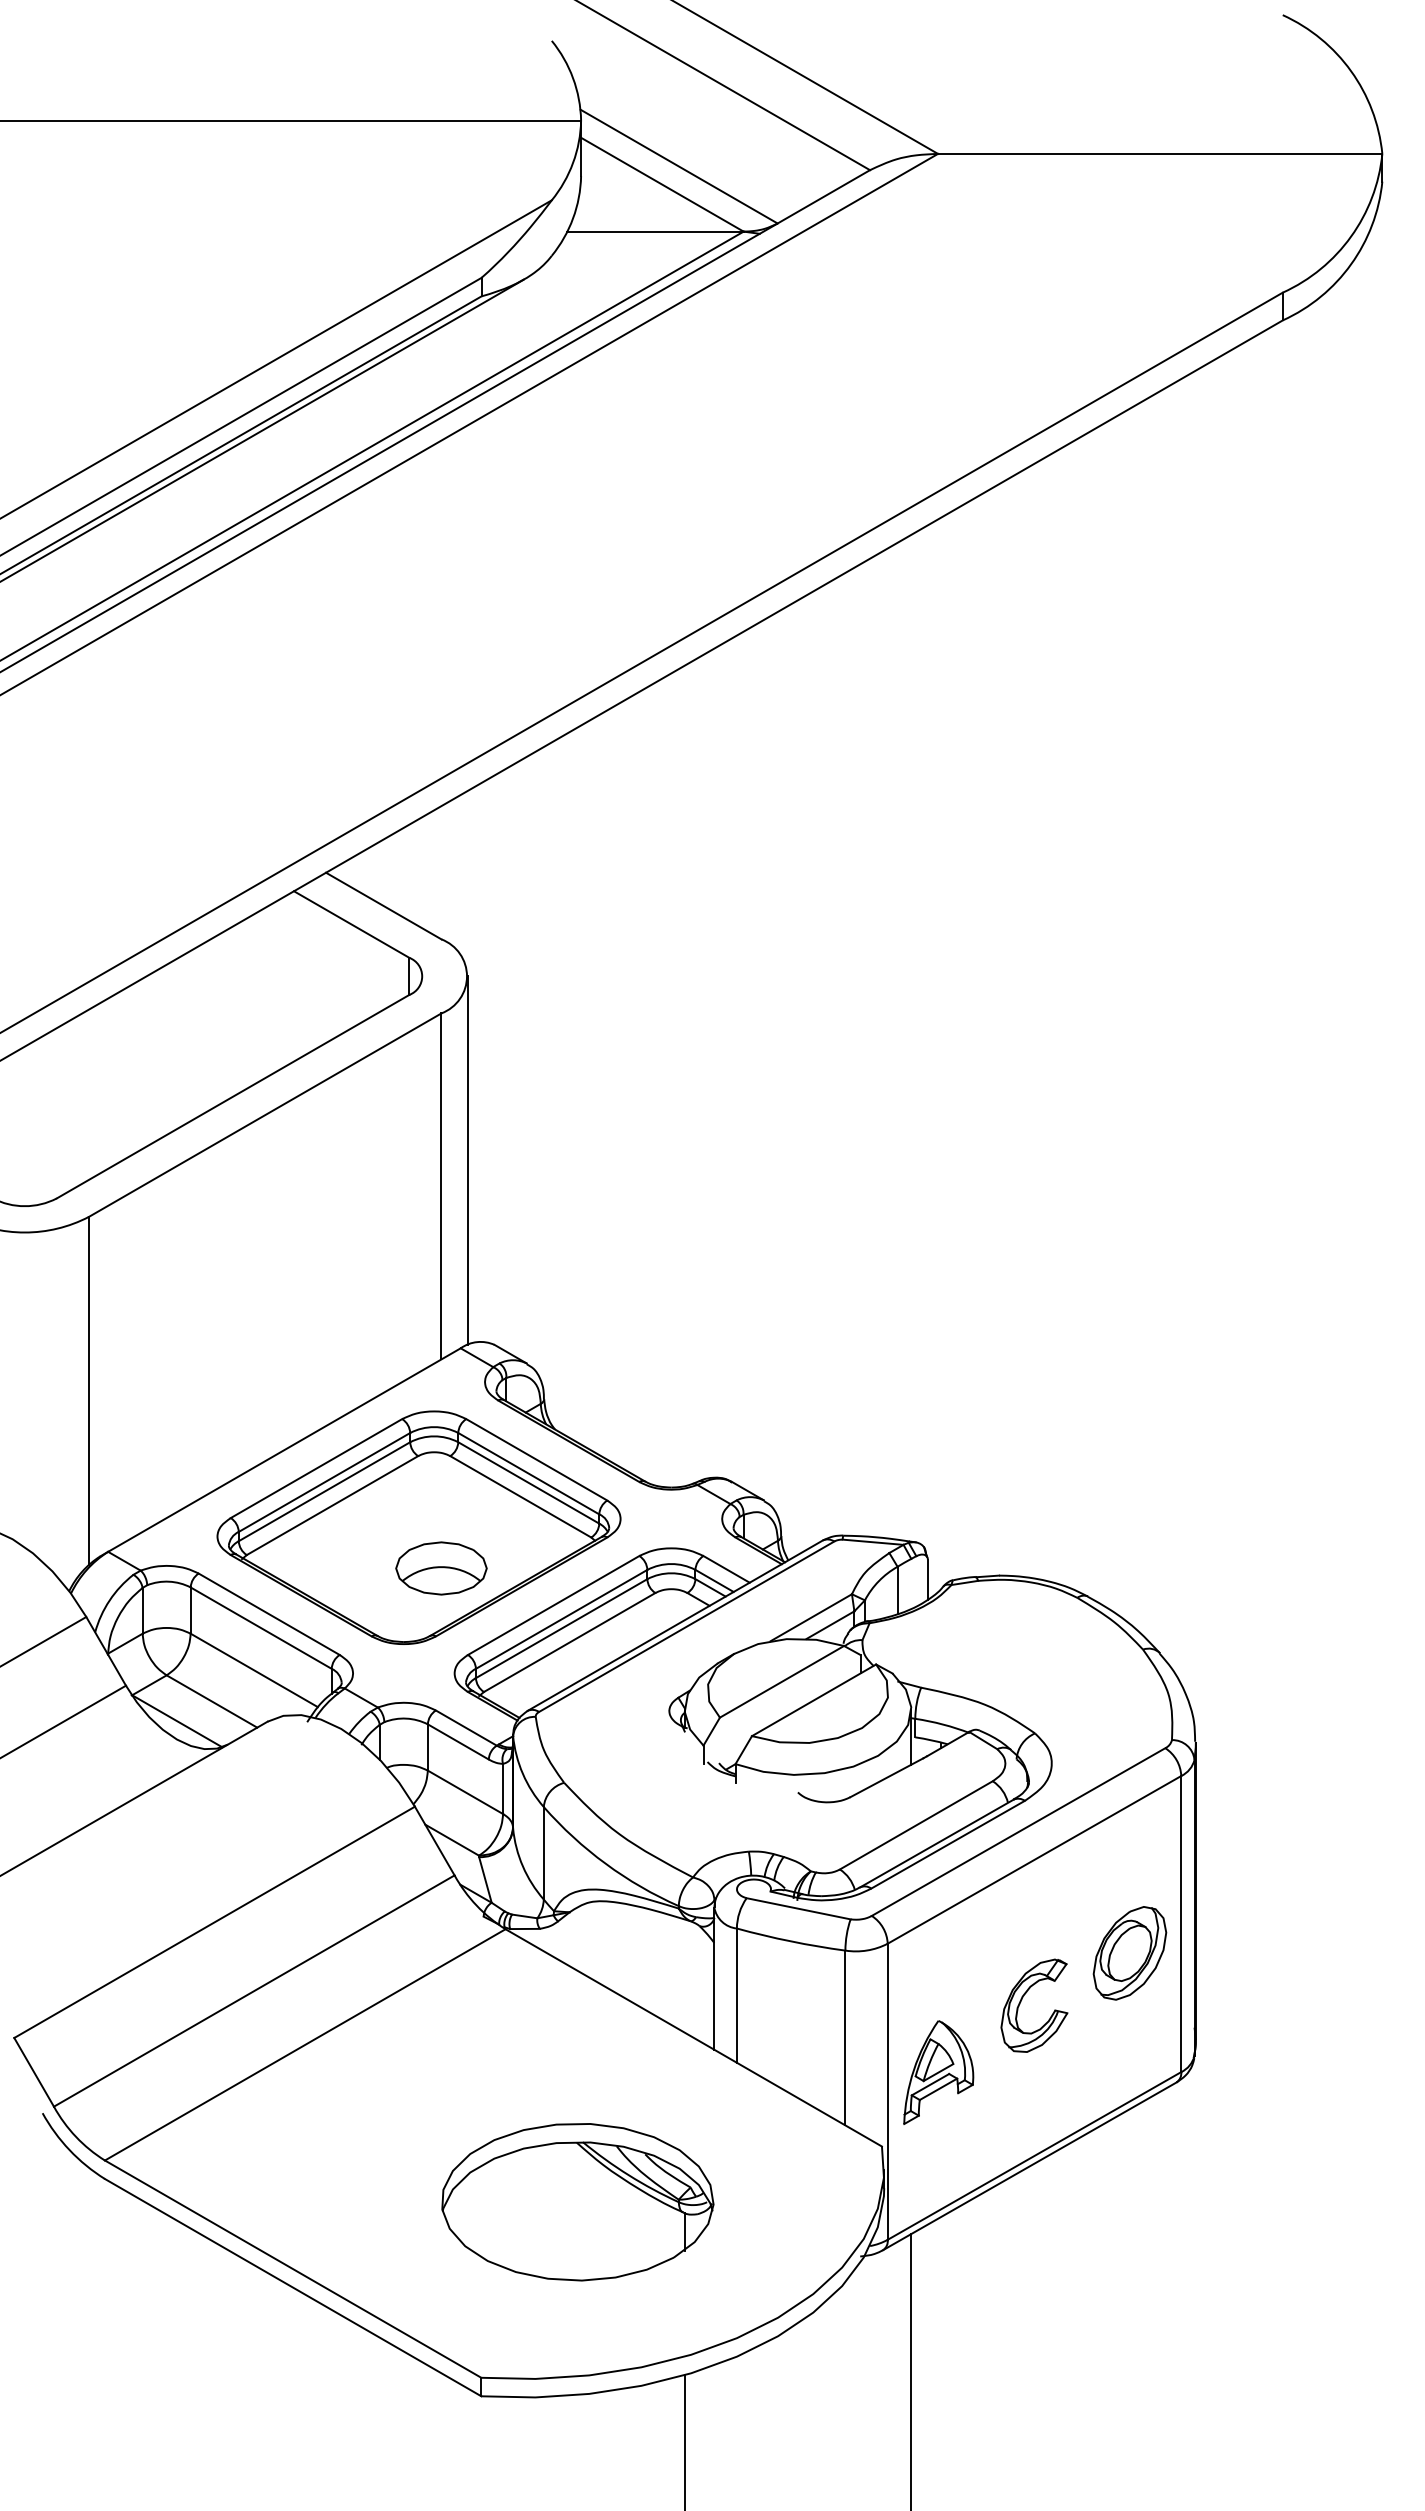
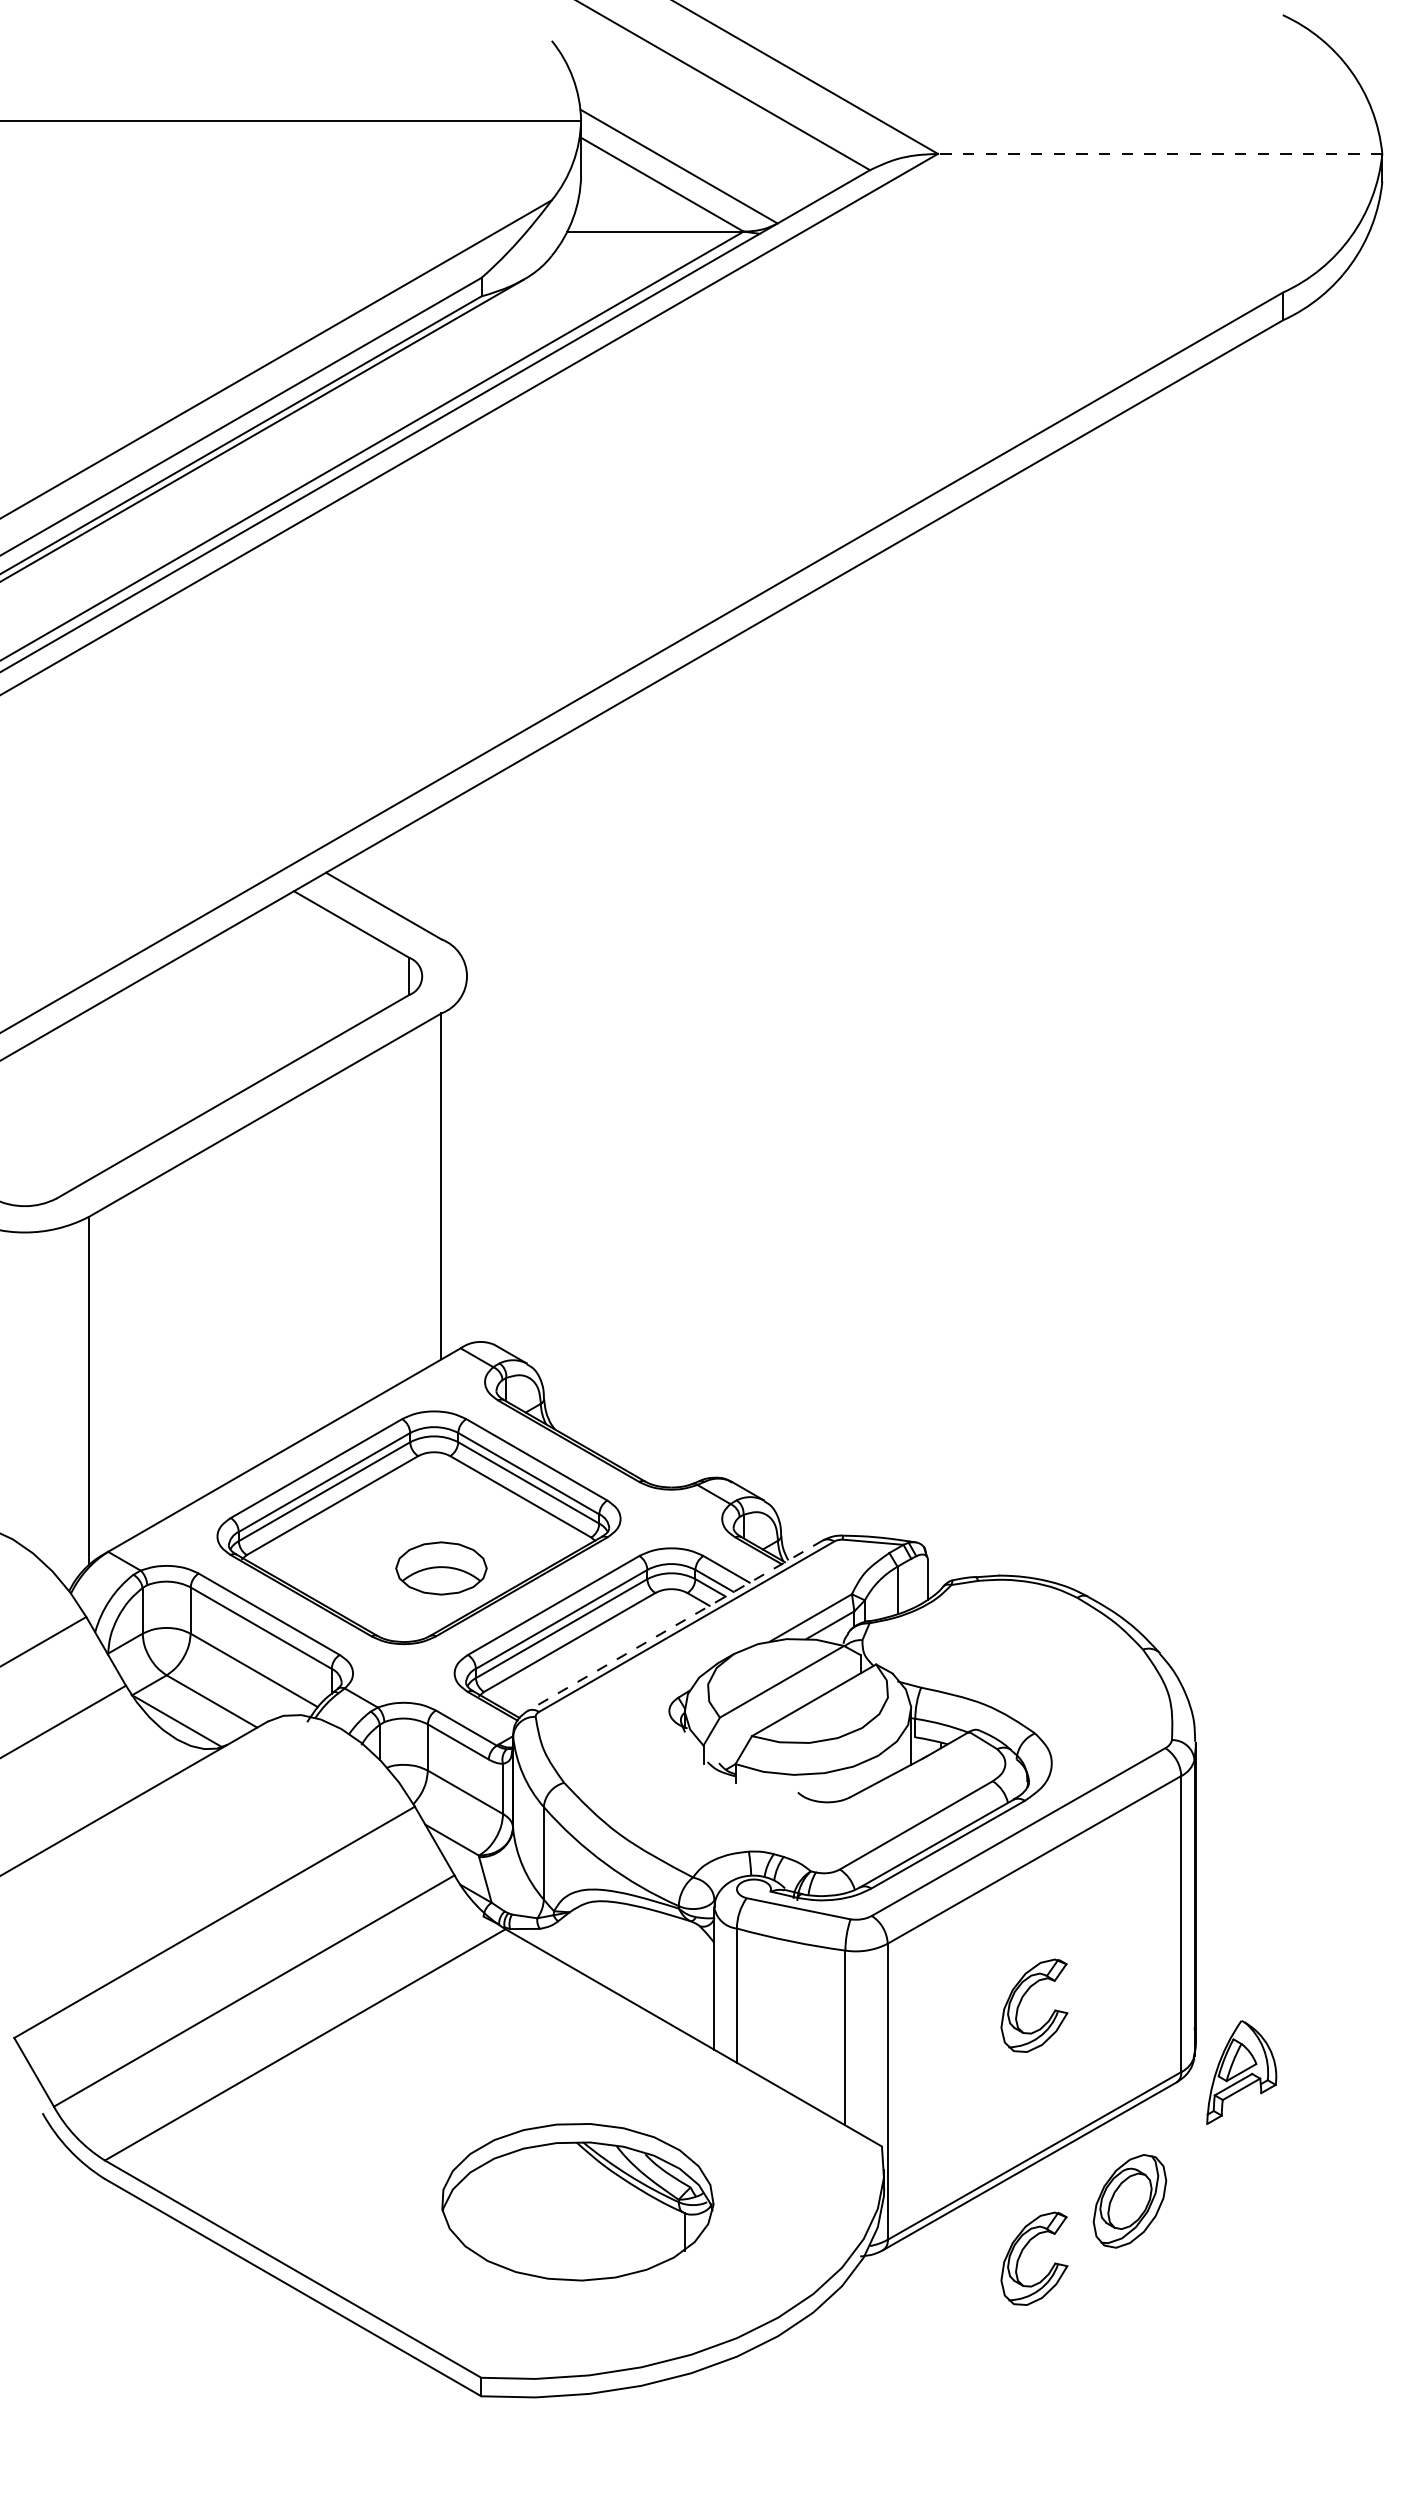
line at (1159, 153): solid -> dashed
line at (468, 1160): present -> none
line at (674, 1625): solid -> dashed
part at (1129, 1953) position: (1129, 1953) -> (1129, 2201)
part at (938, 2072) position: (938, 2072) -> (1241, 2072)
part at (1021, 2255): none -> present
line at (911, 2370): present -> none
line at (684, 2441): present -> none
